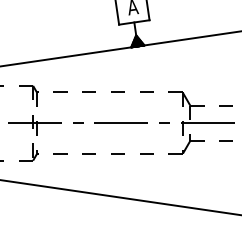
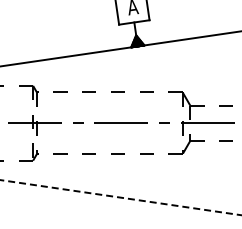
line at (120, 197): solid -> dashed
